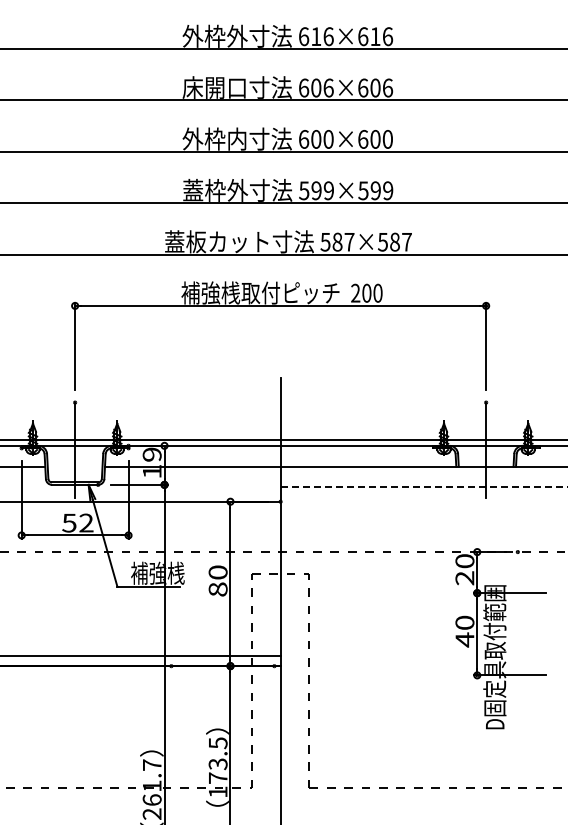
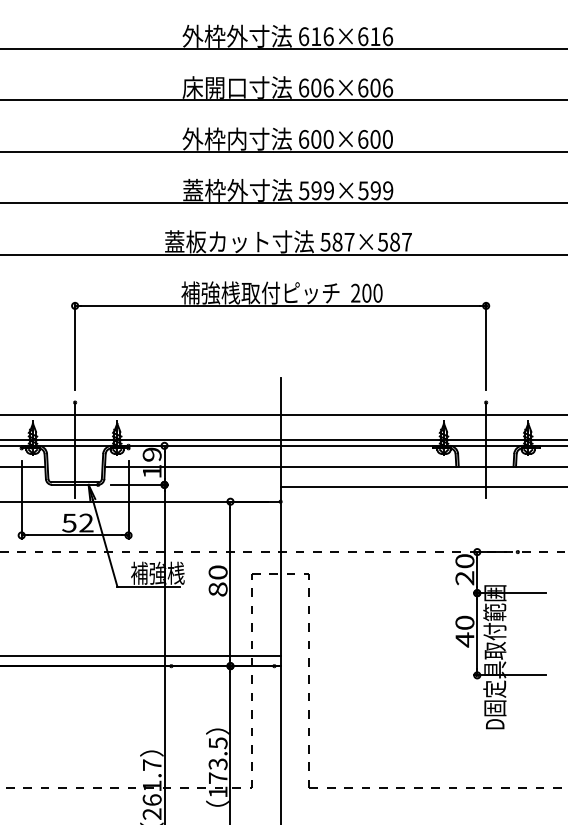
line at (283, 415): none -> present
line at (424, 487): dashed -> solid
